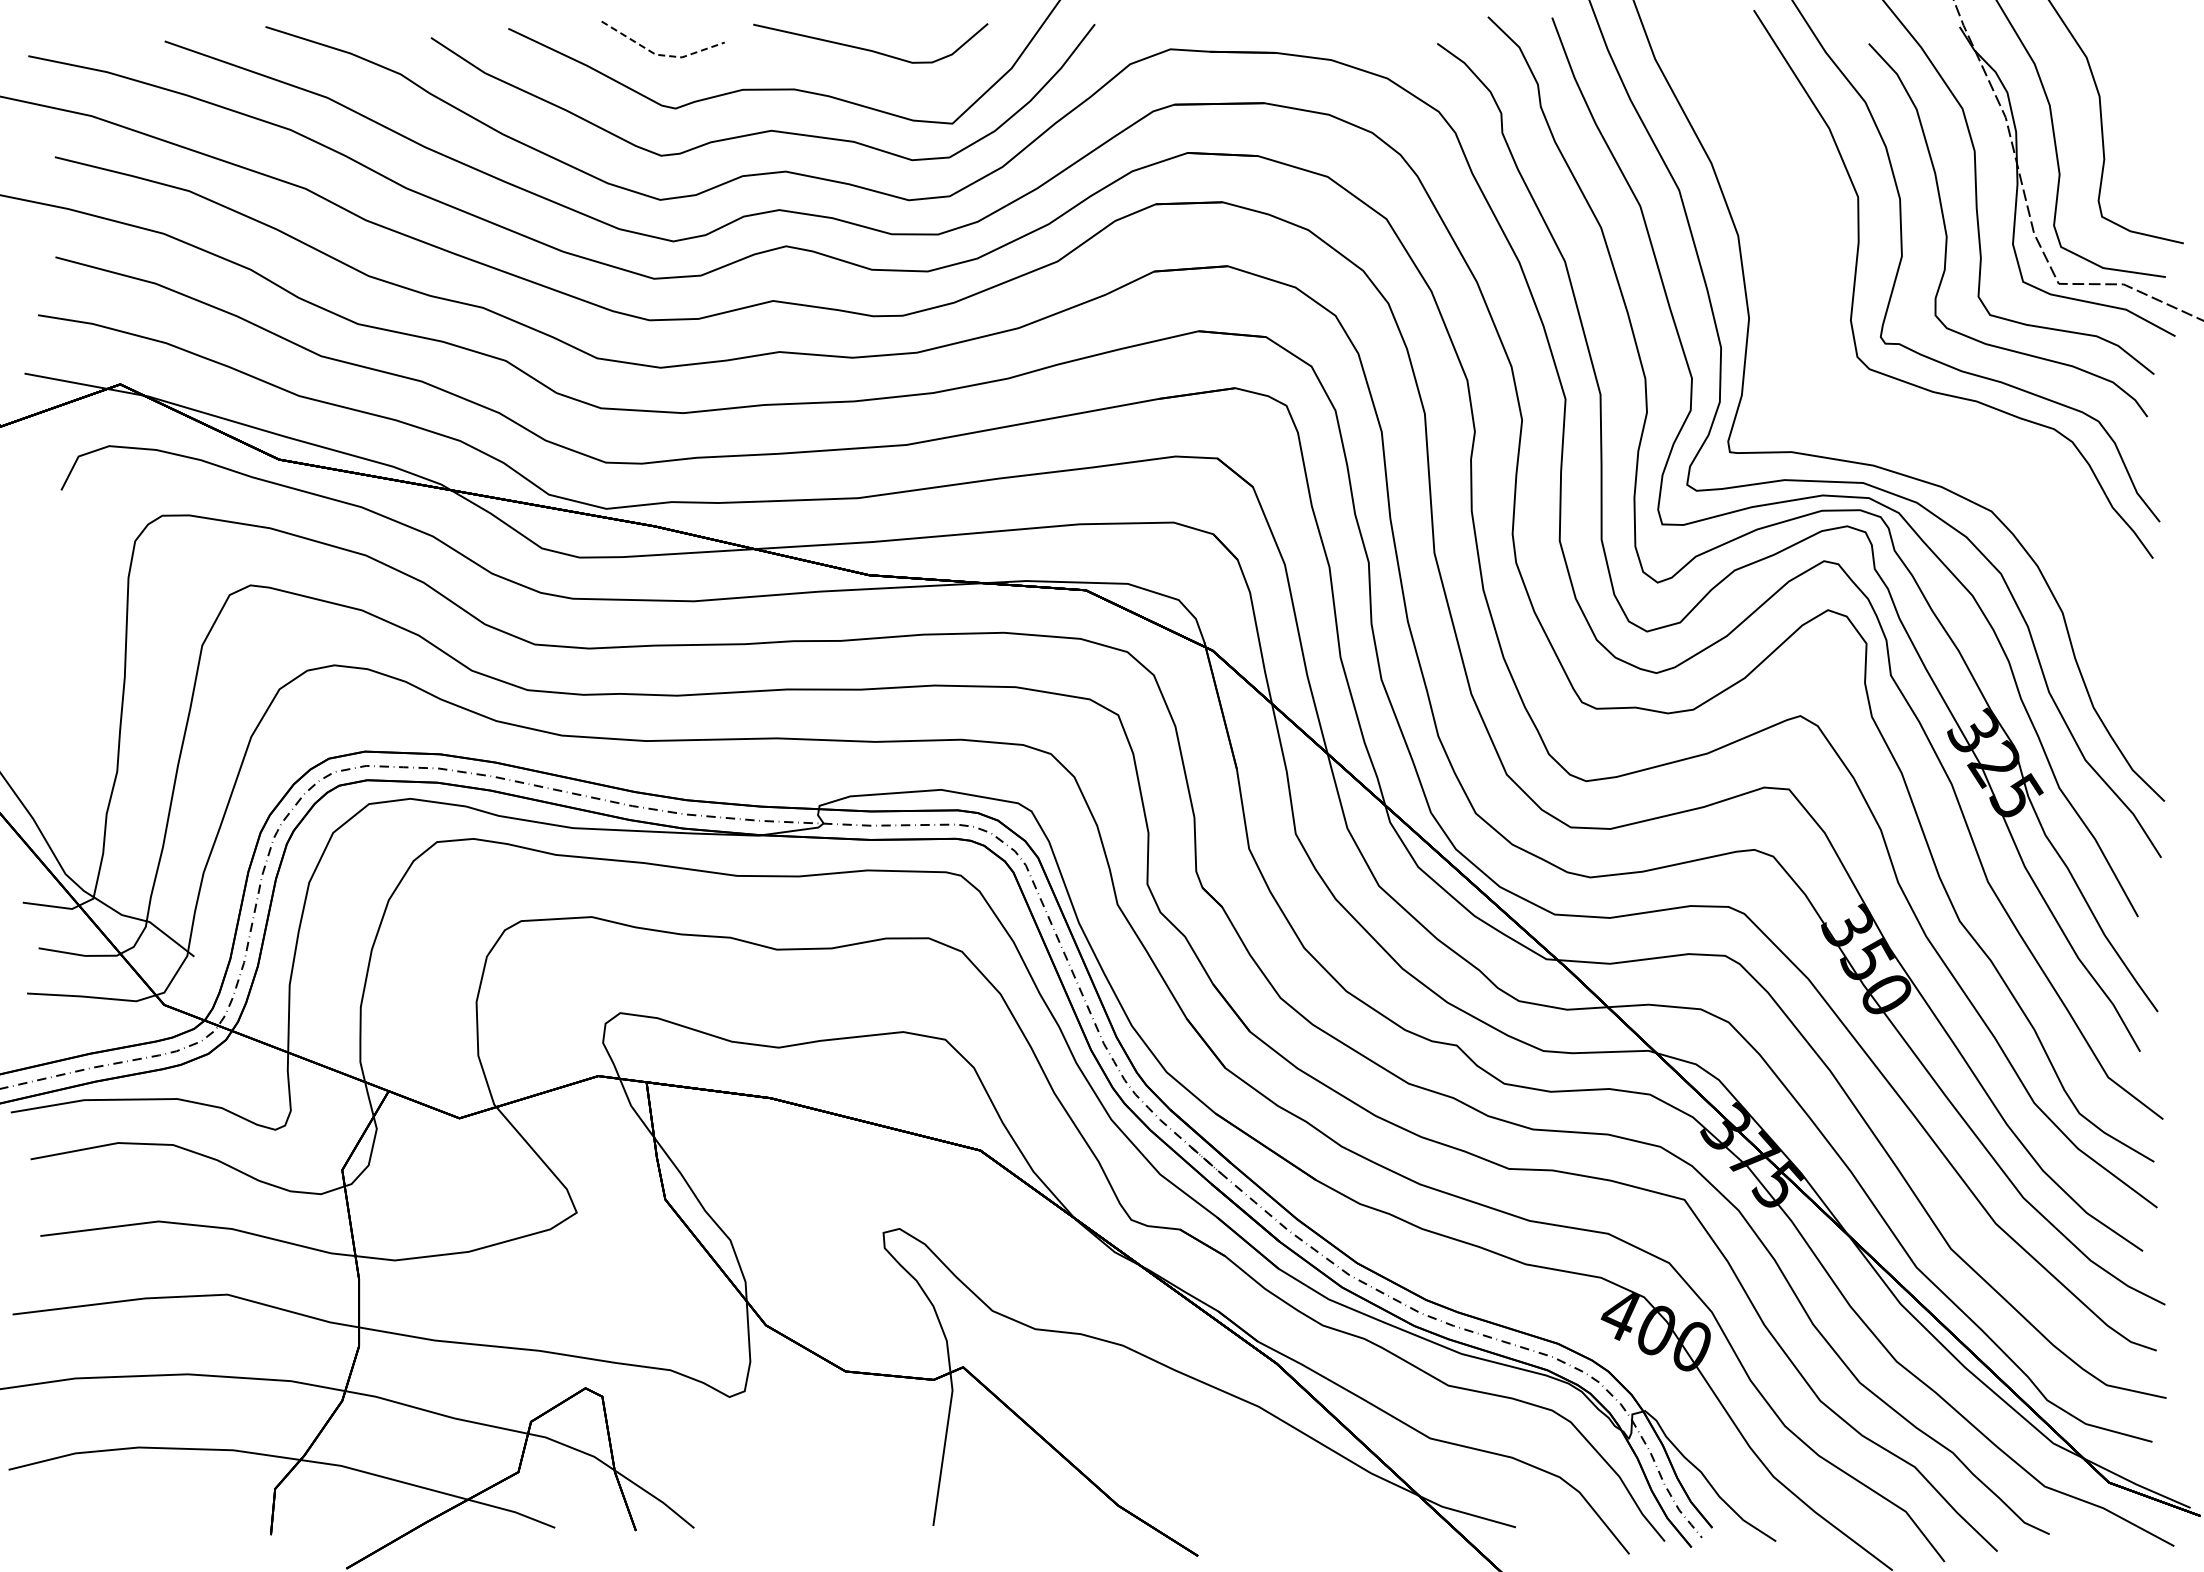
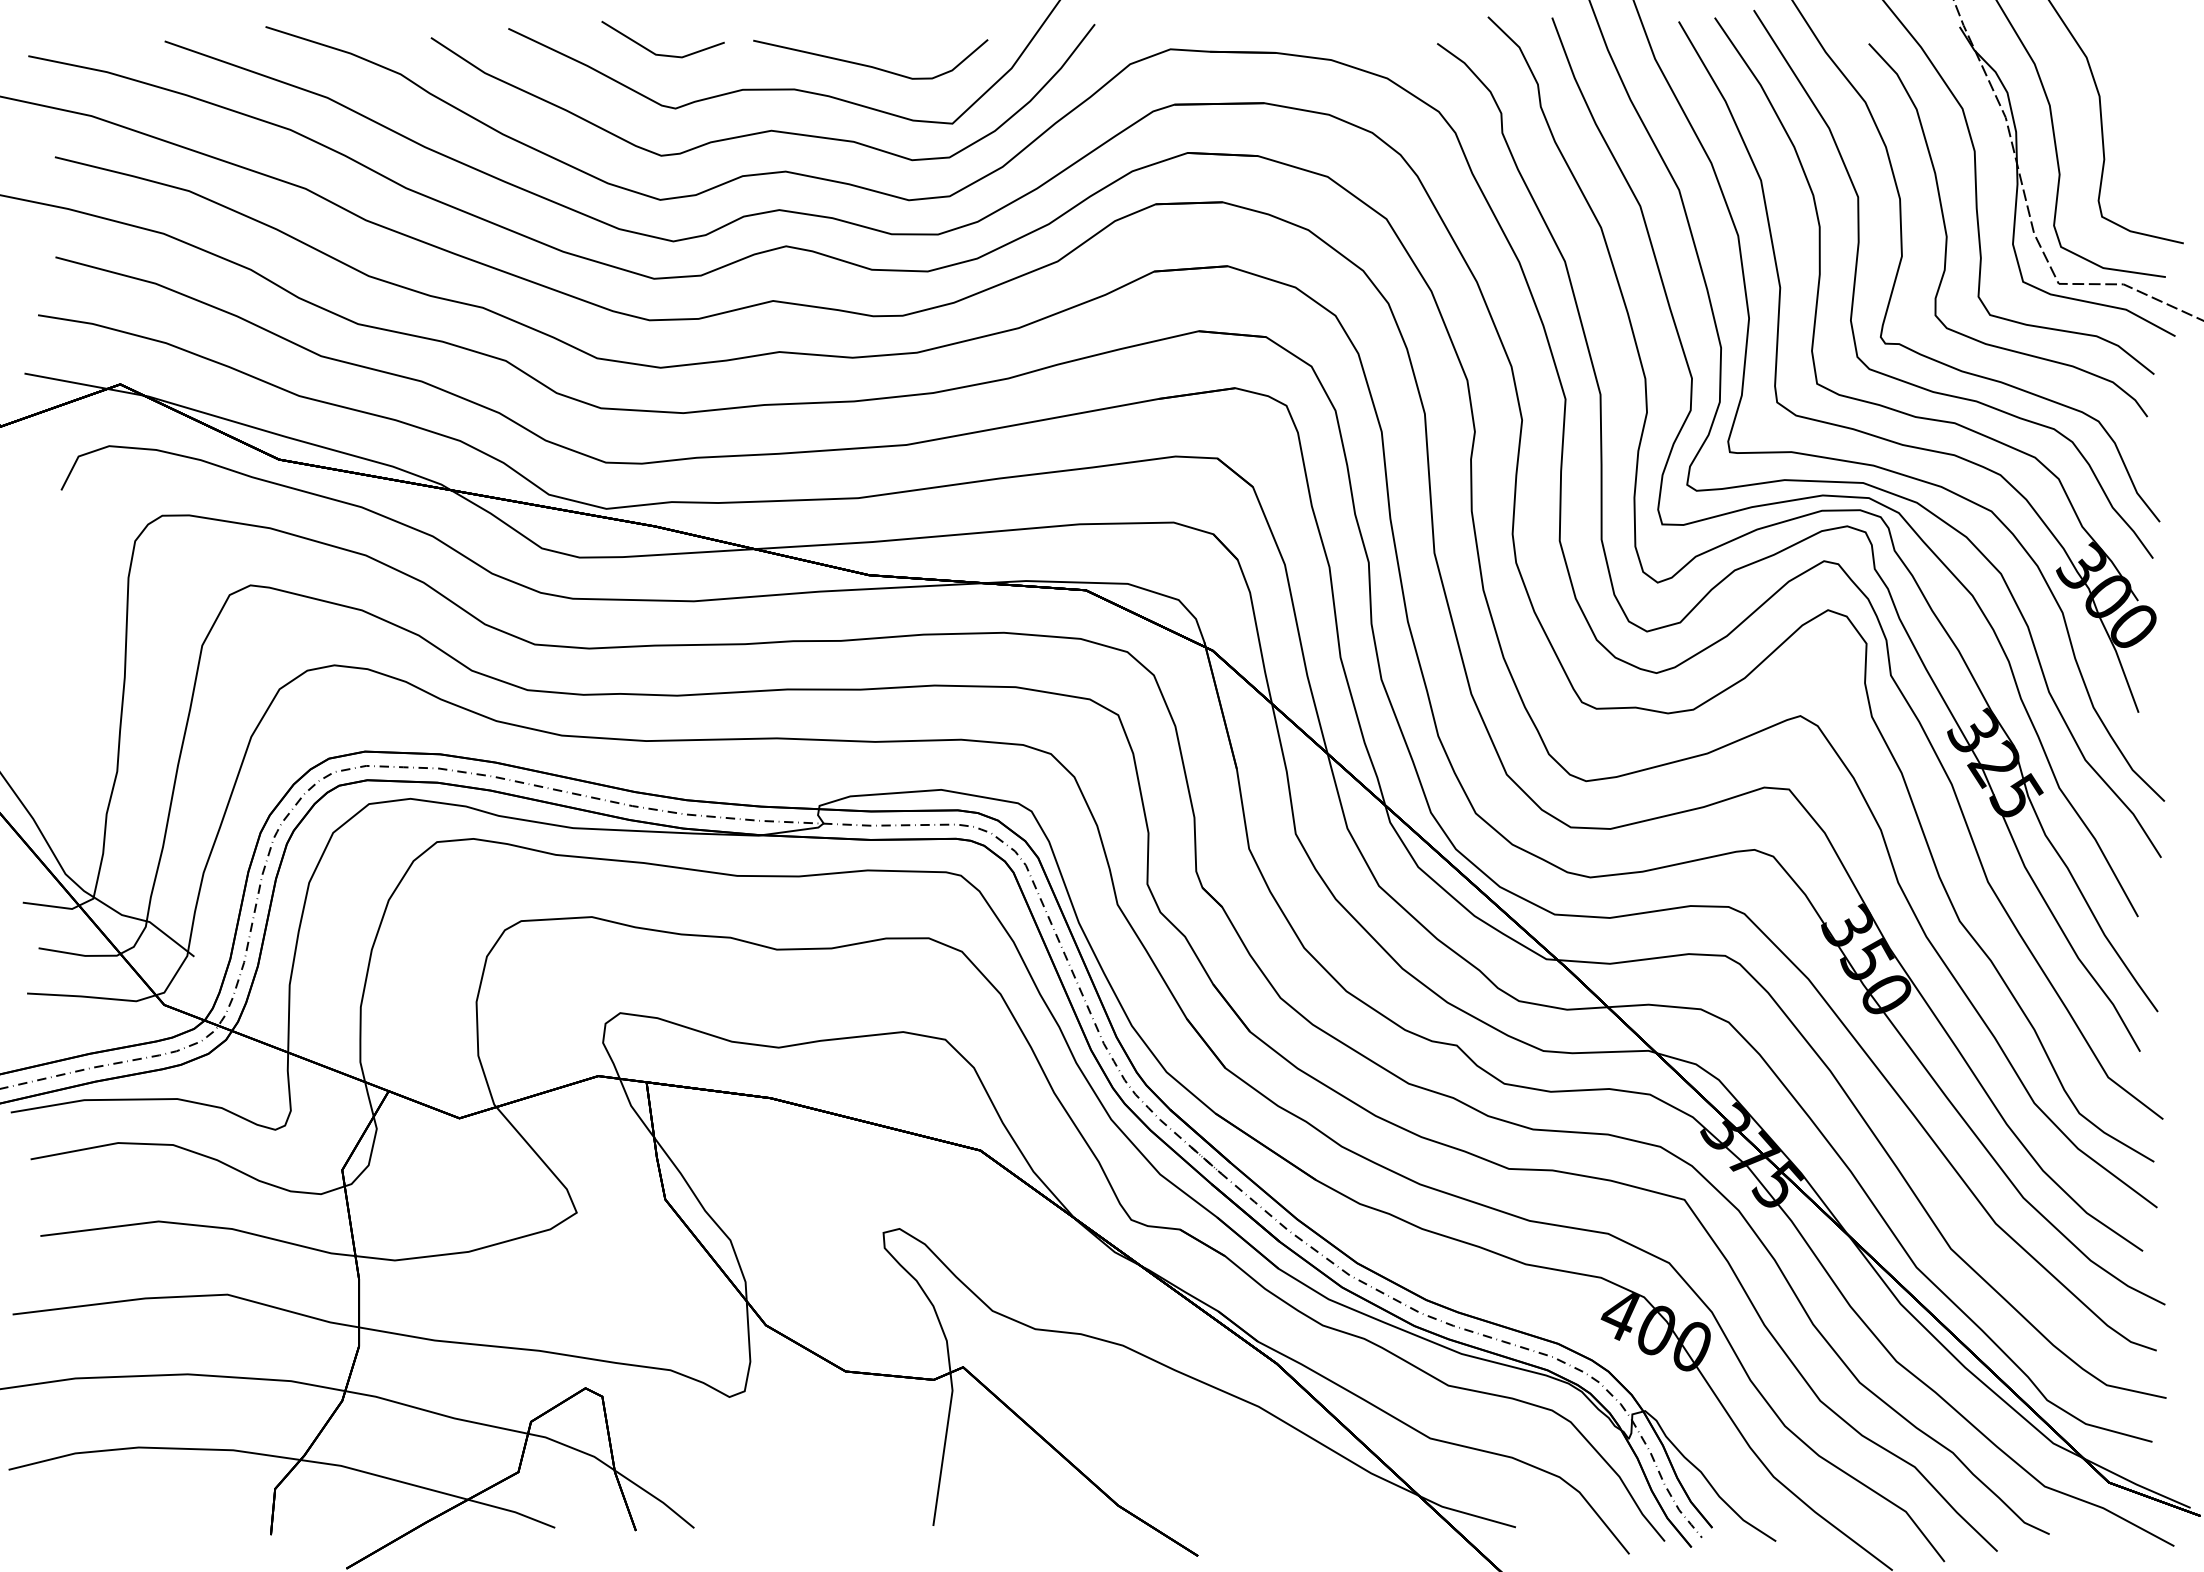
curve at (870, 49) position: (870, 49) -> (870, 65)
line at (660, 55): dashed -> solid
part at (1902, 411): none -> present
